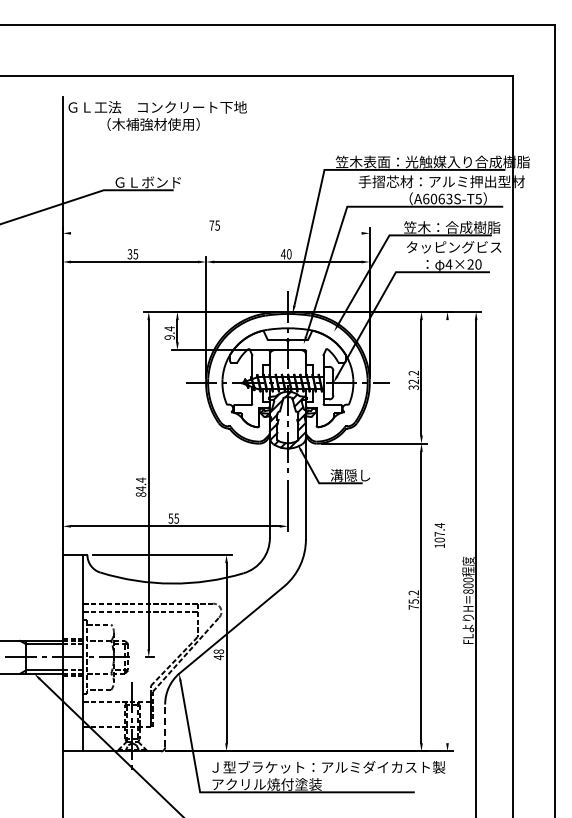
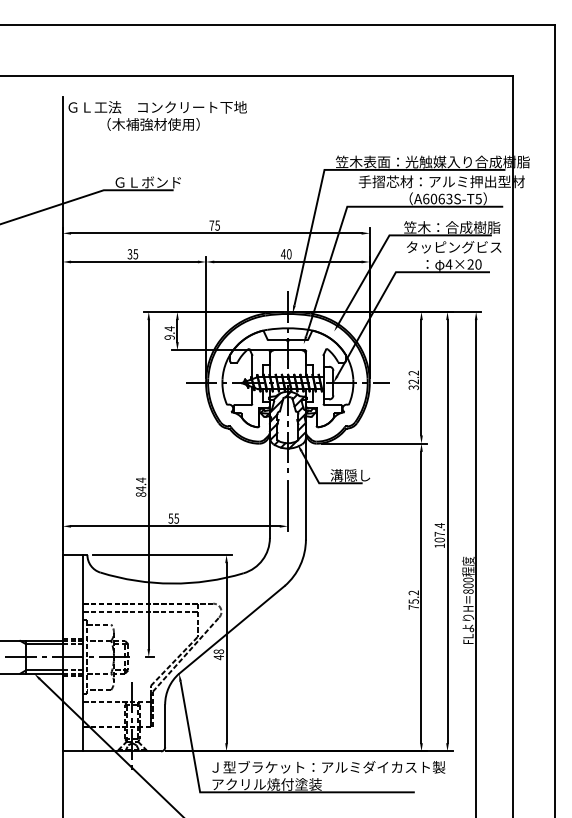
line at (216, 233): none -> present
line at (447, 531): none -> present
line at (165, 725): dashed -> solid
